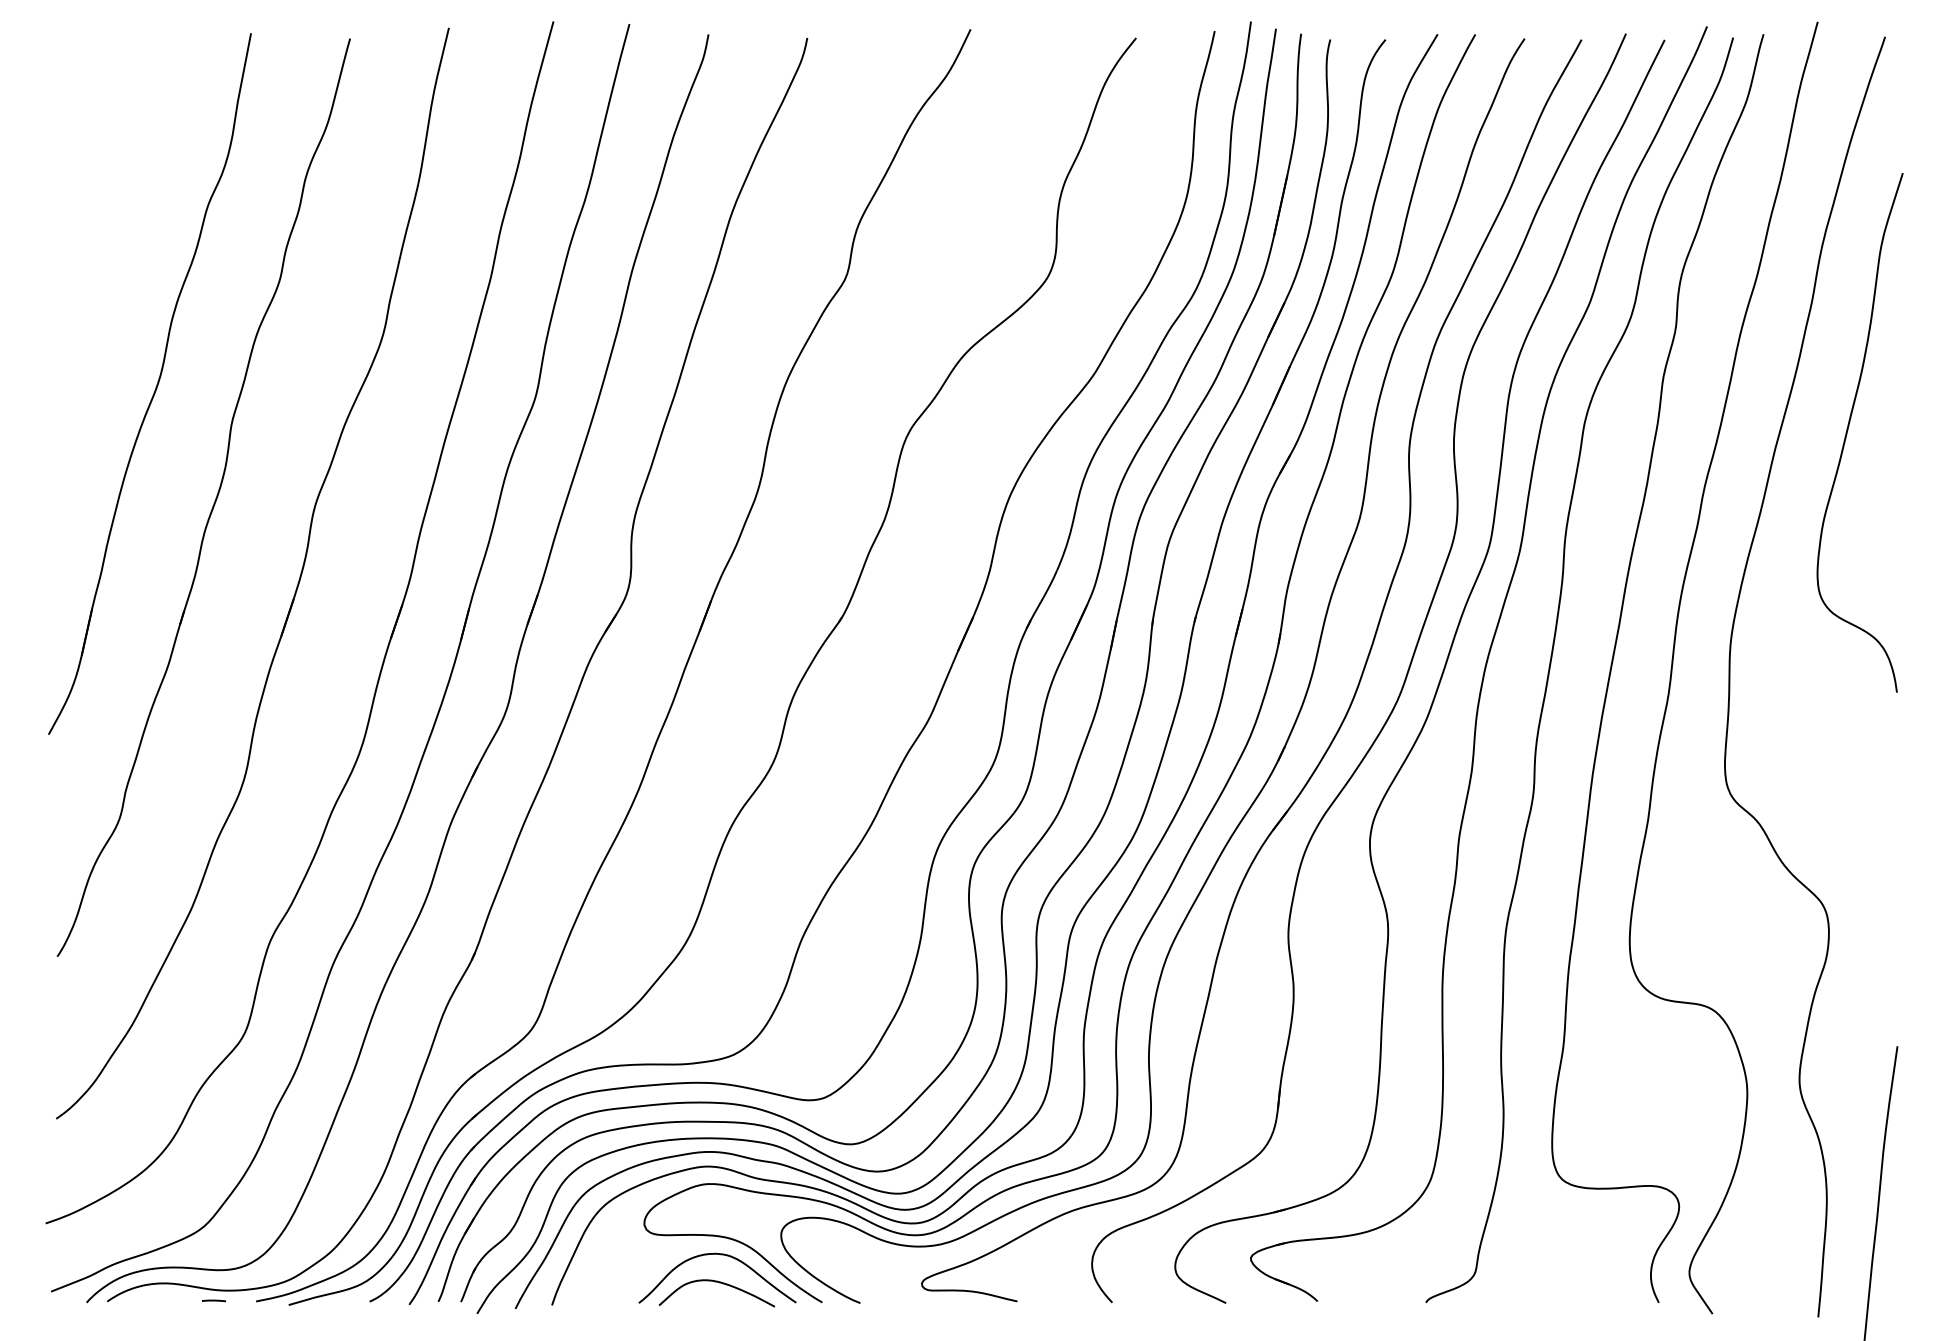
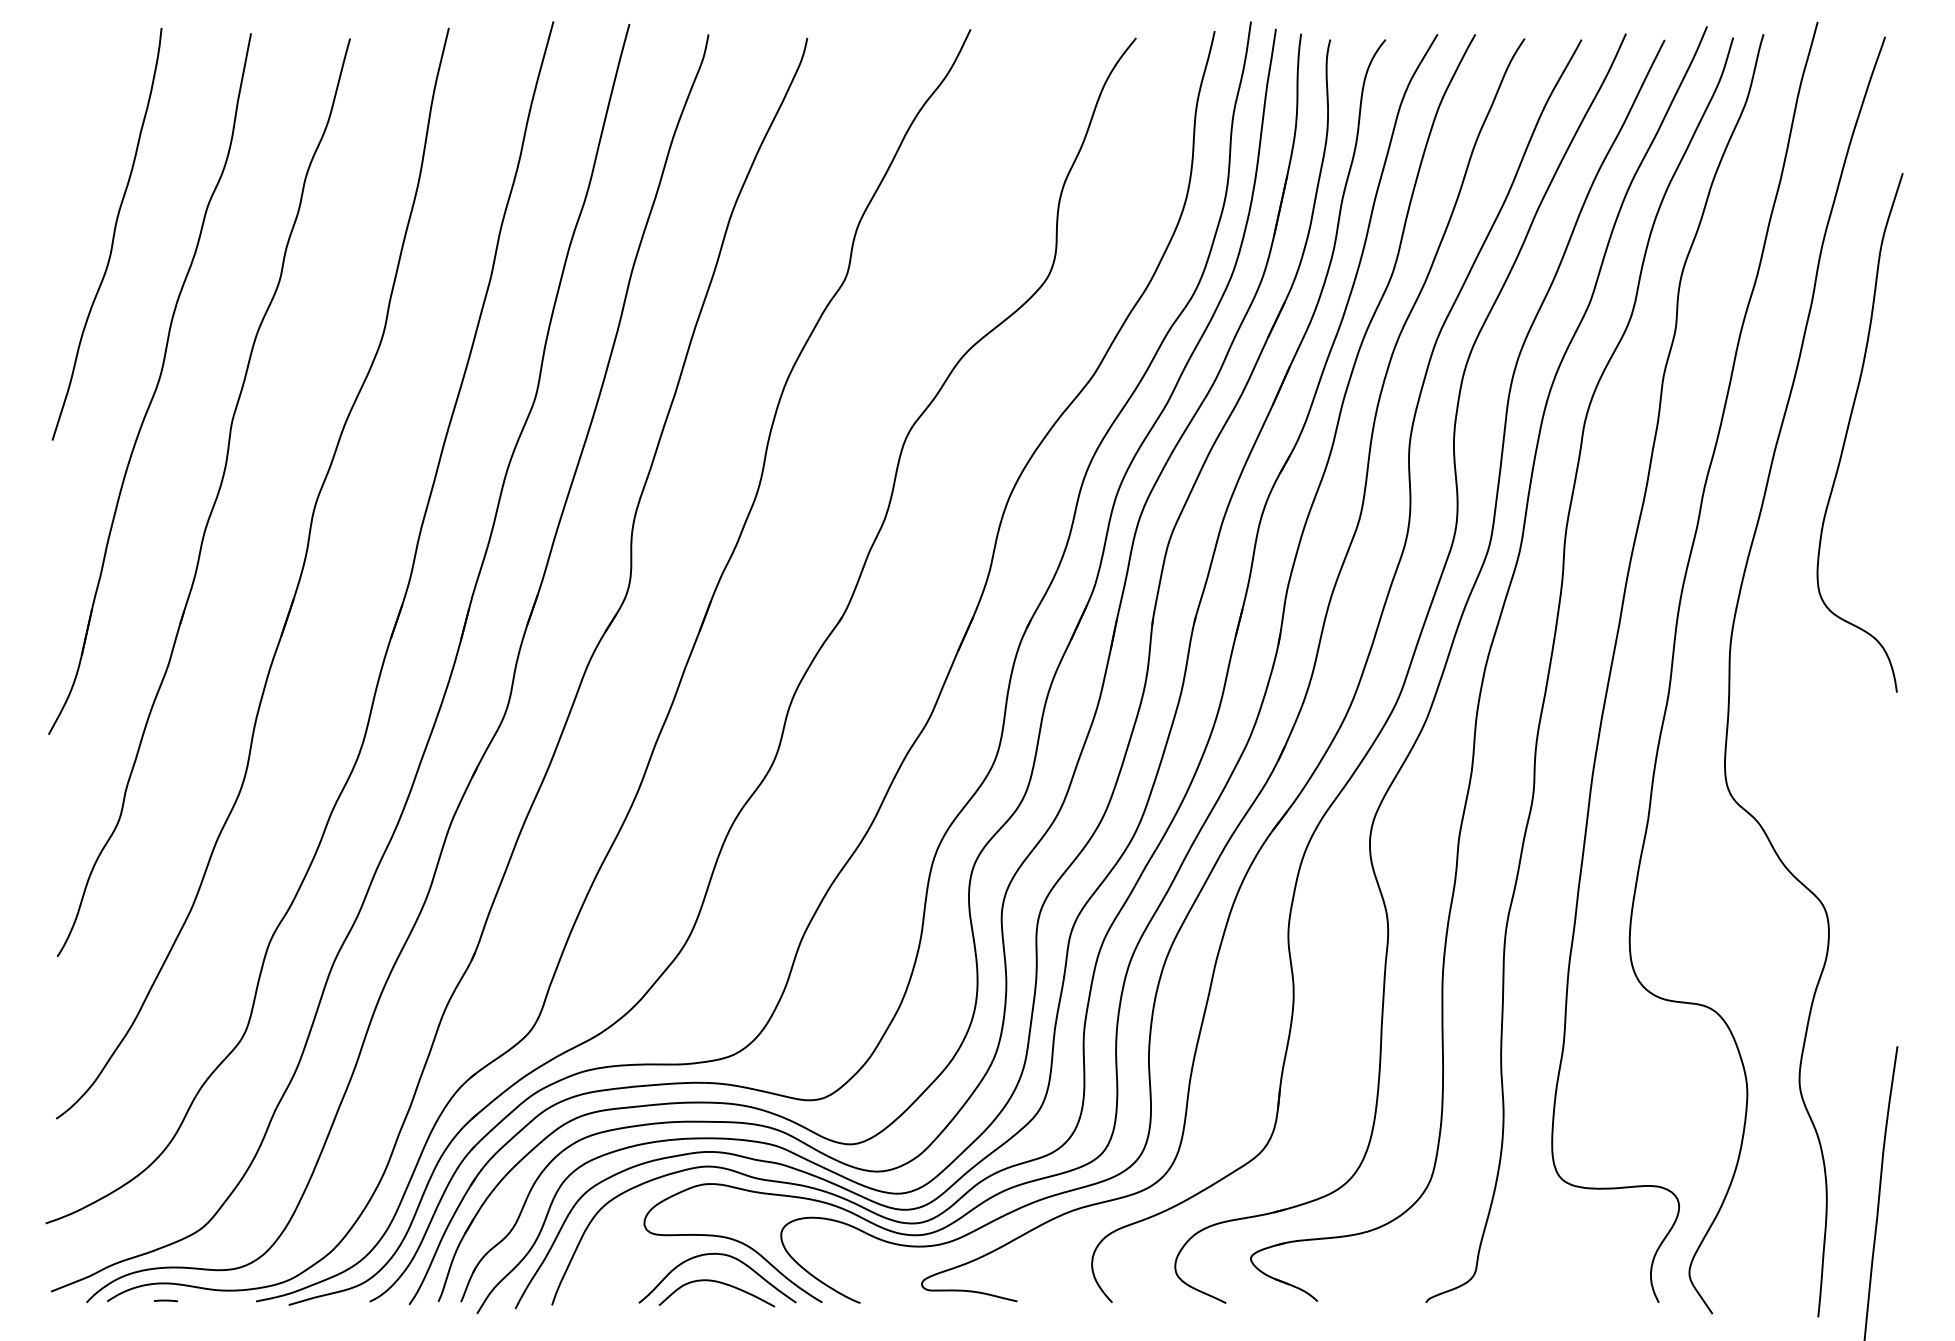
curve at (112, 236): none -> present
line at (213, 1300) position: (213, 1300) -> (165, 1300)
